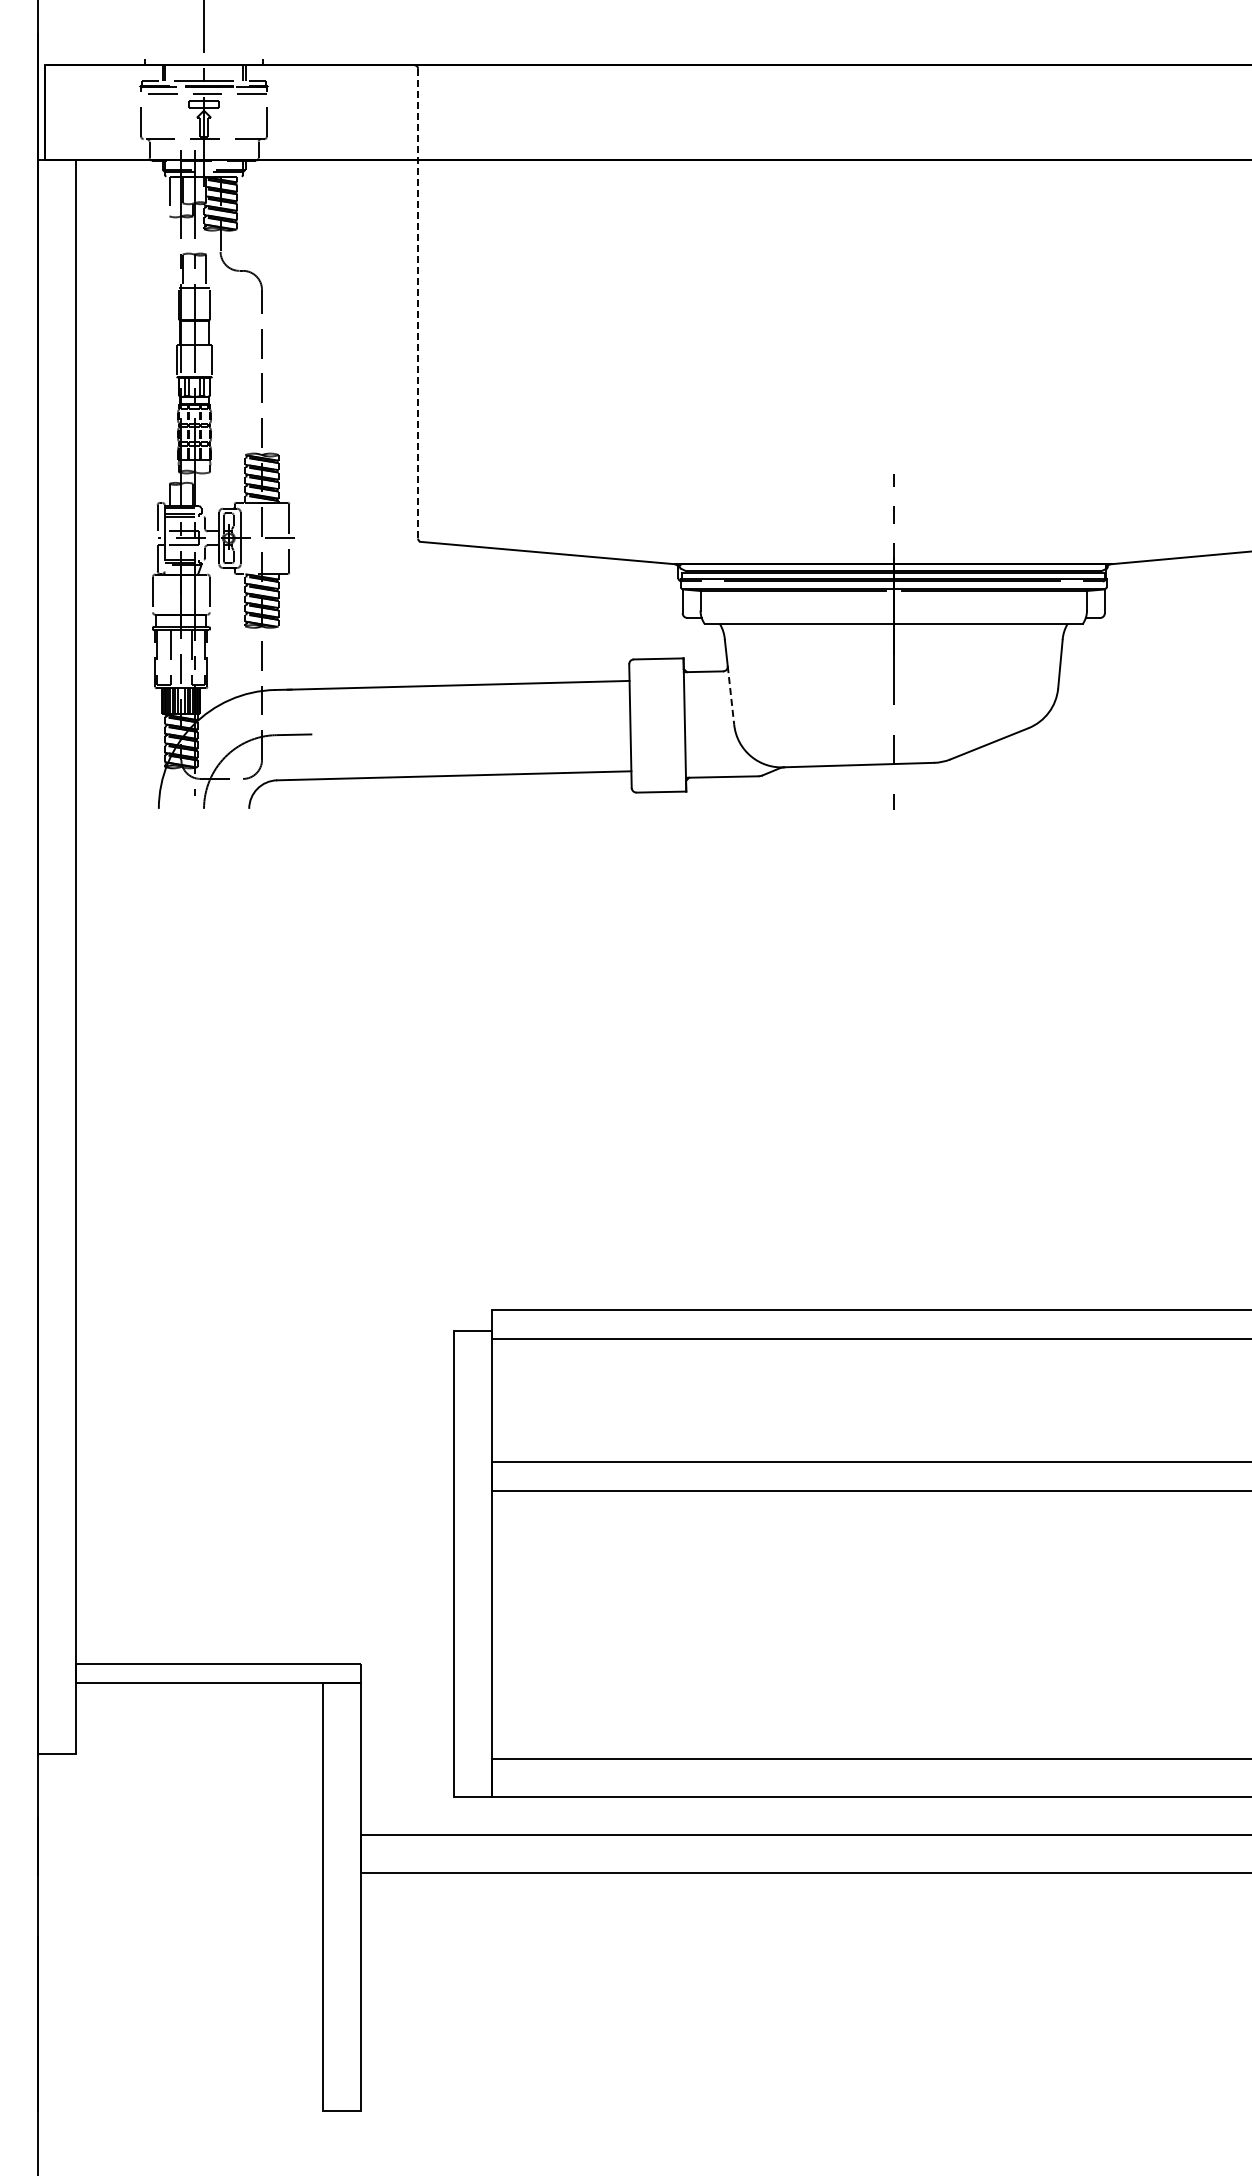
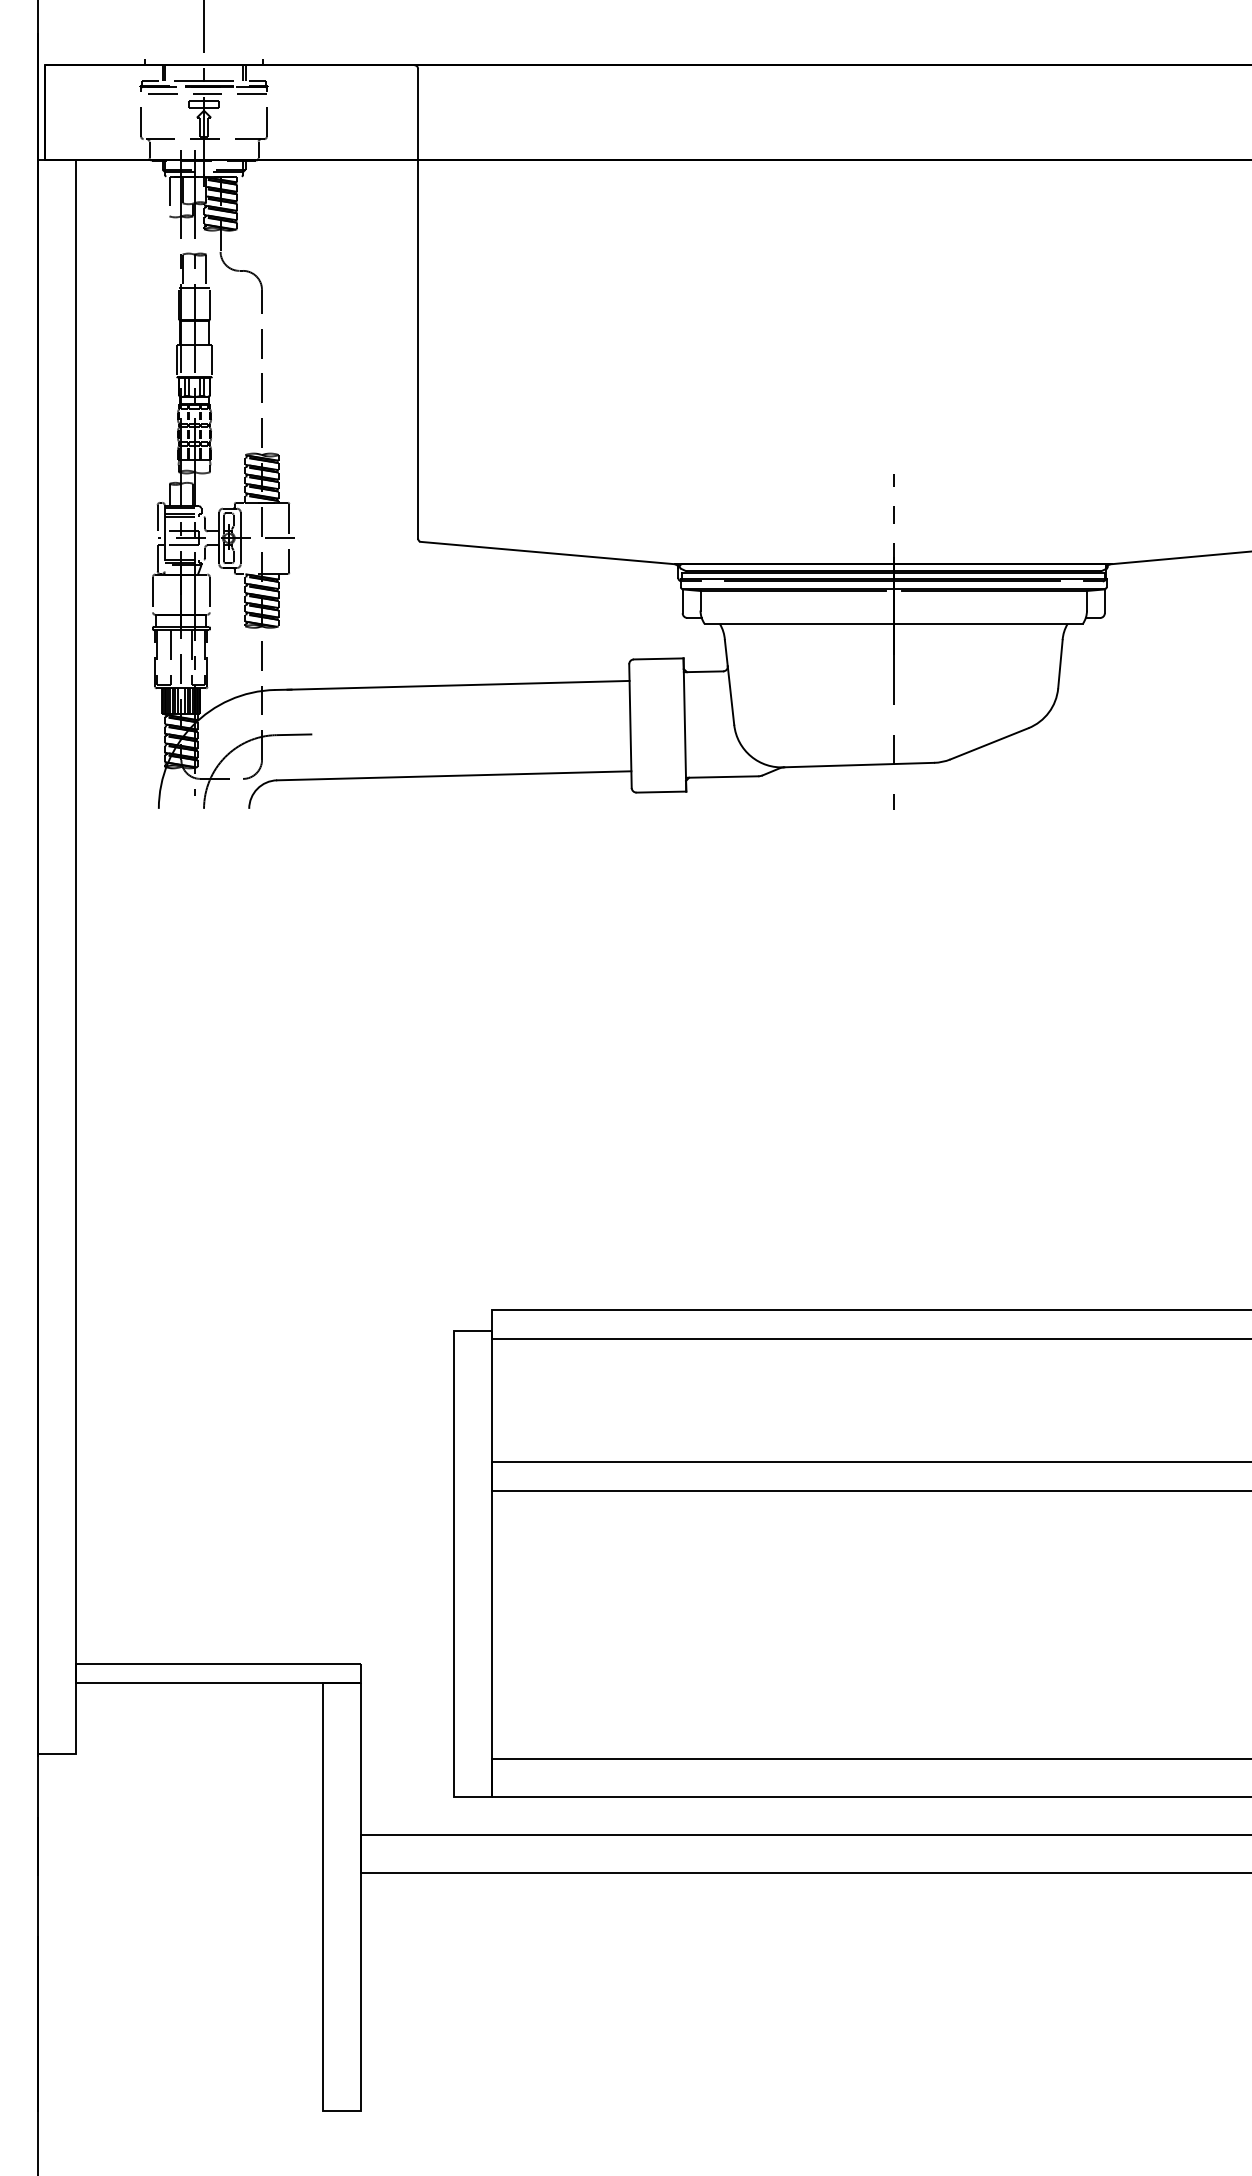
line at (418, 303): dashed -> solid
line at (731, 695): dashed -> solid
